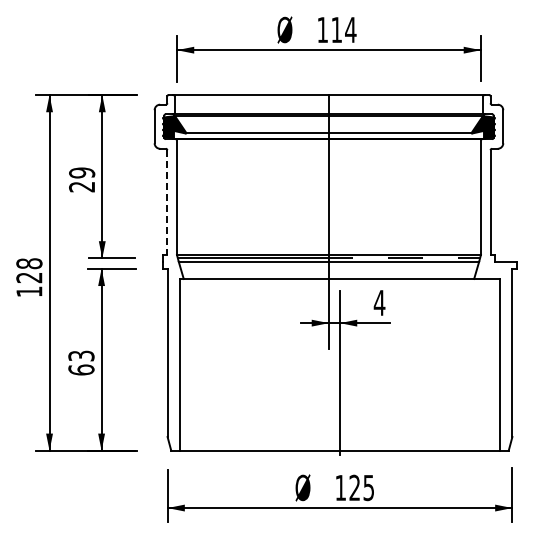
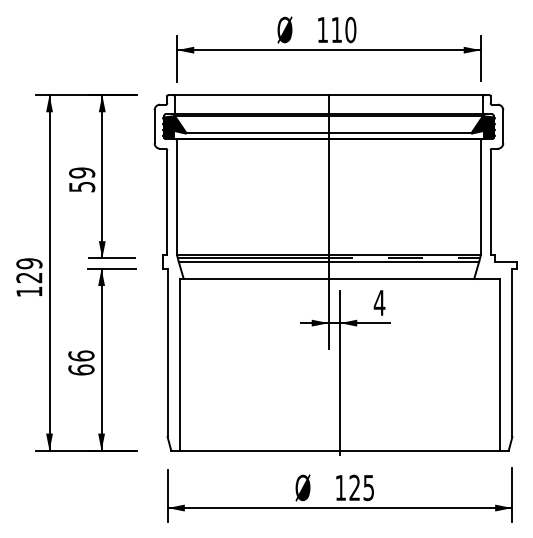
text at (350, 29): 114 -> 110
text at (82, 187): 29 -> 59
line at (167, 203): dashed -> solid
text at (29, 263): 128 -> 129
text at (81, 355): 63 -> 66
